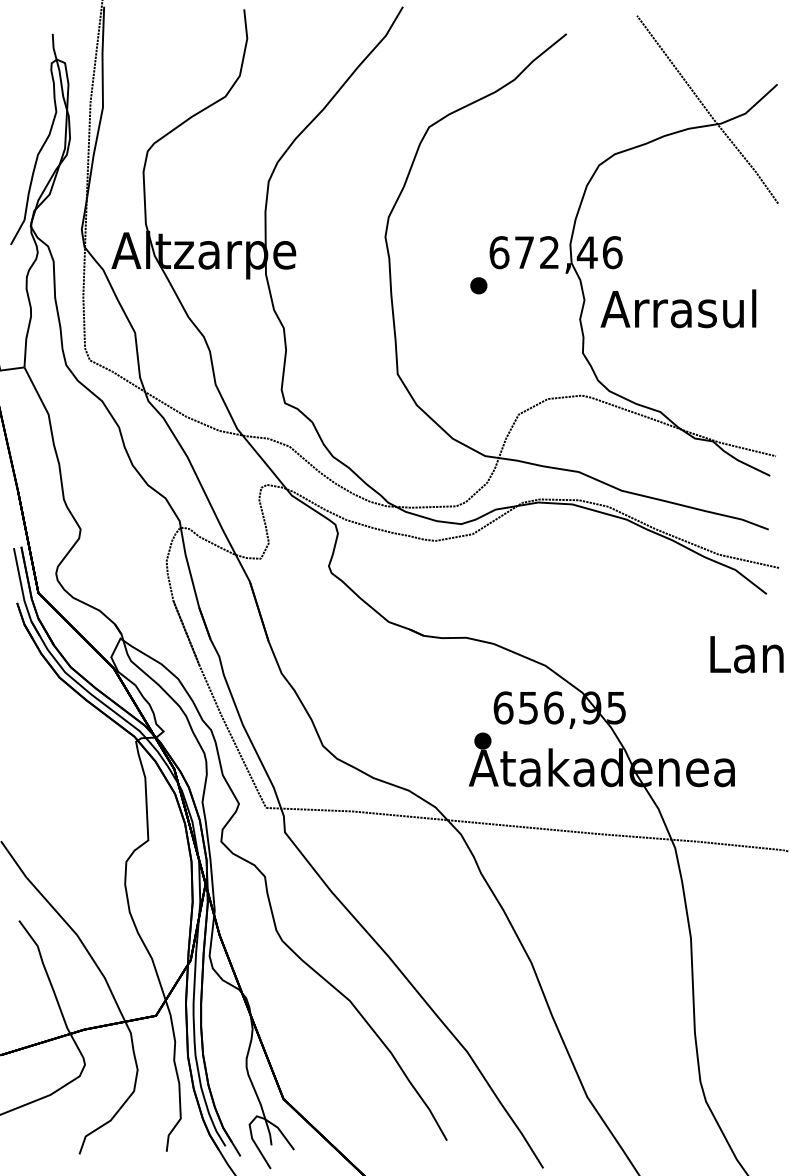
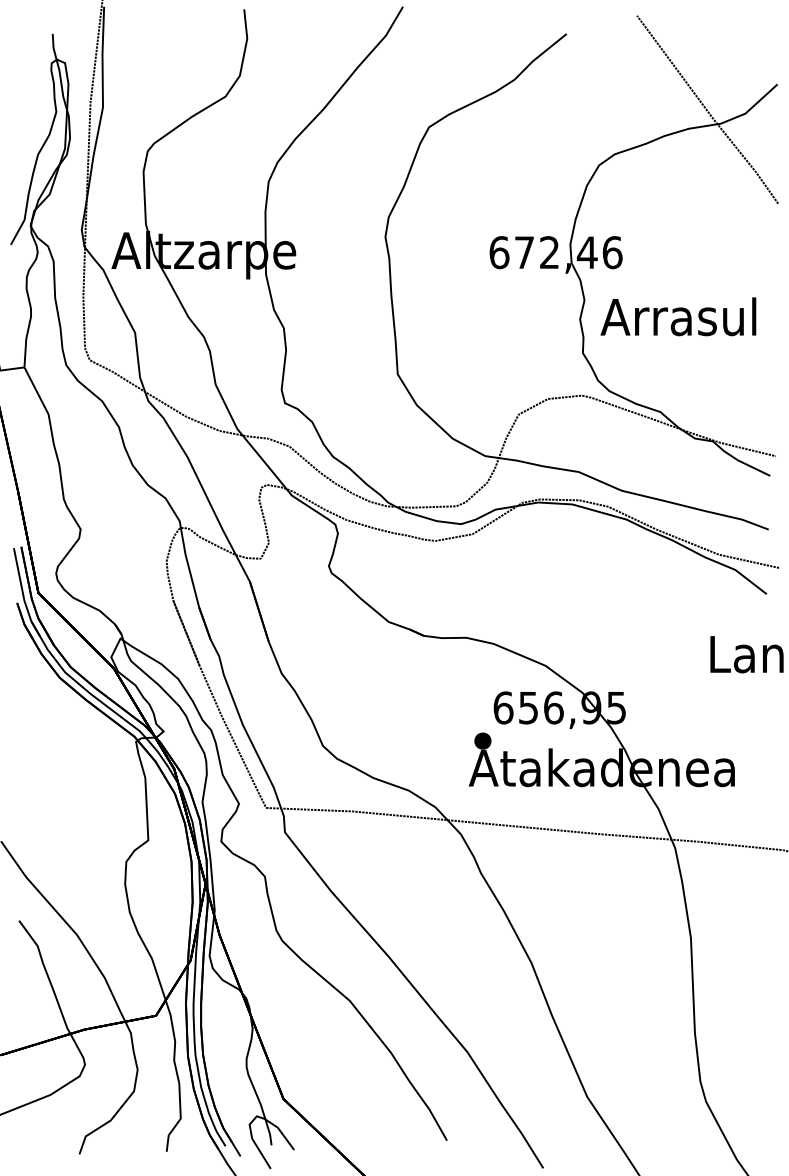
part at (478, 285): present -> none
text at (678, 308) position: (678, 308) -> (678, 316)
